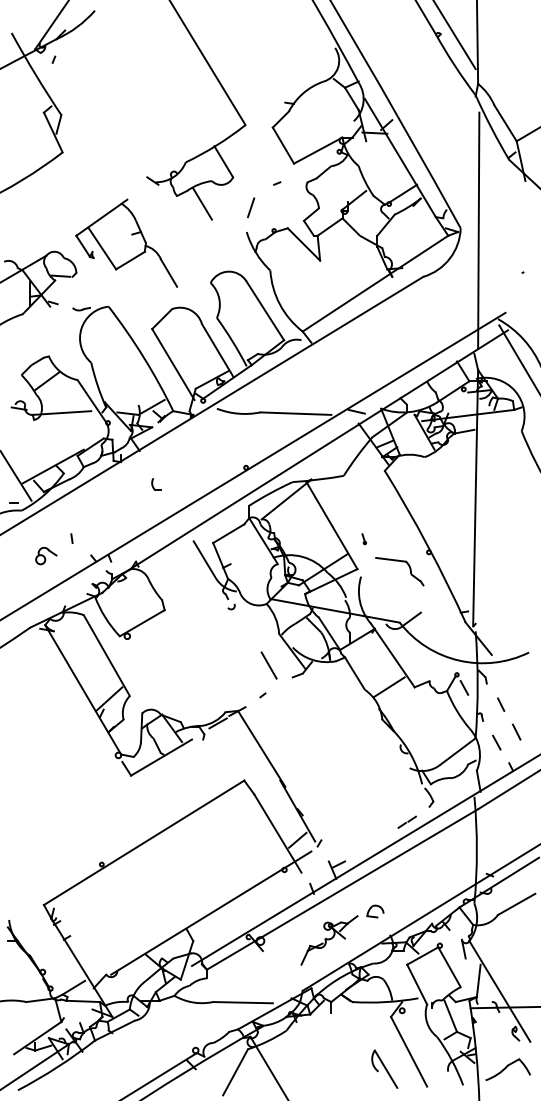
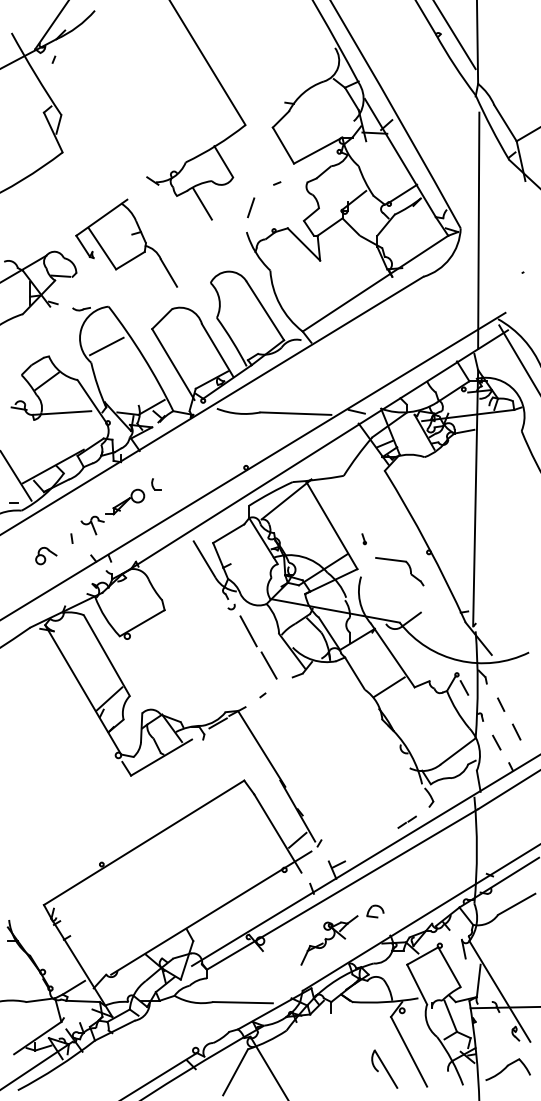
line at (106, 346): none -> present
part at (112, 511): none -> present
line at (248, 631): none -> present
